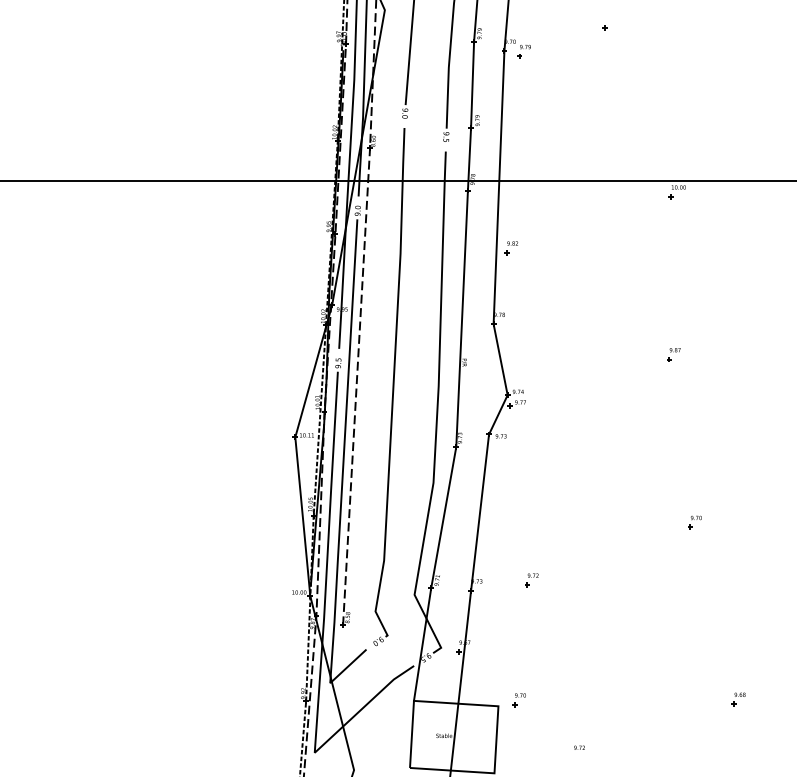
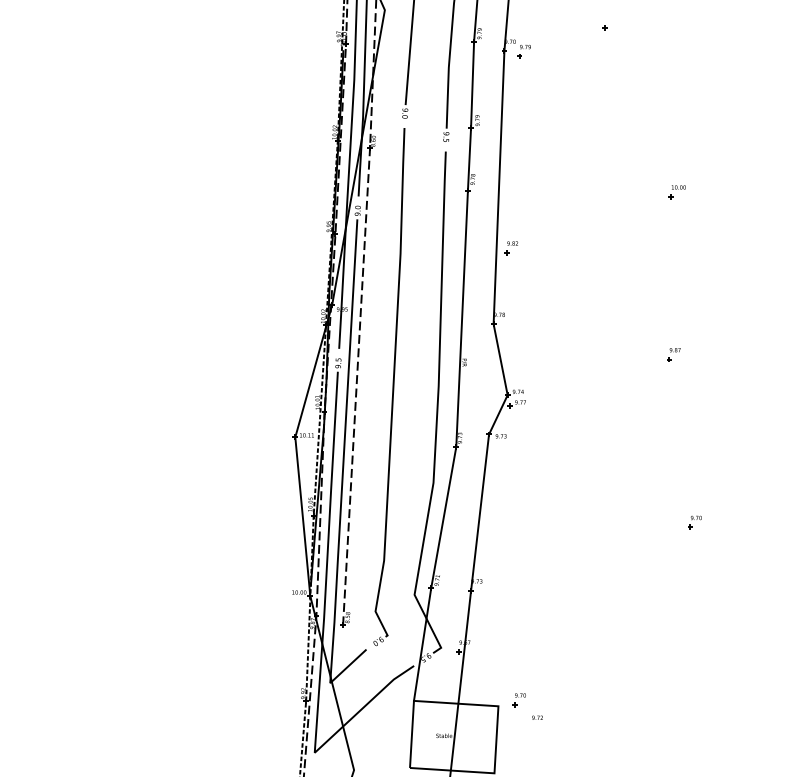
line at (397, 181): present -> none
part at (531, 580): present -> none
part at (738, 699): present -> none
text at (579, 747) position: (579, 747) -> (537, 717)
